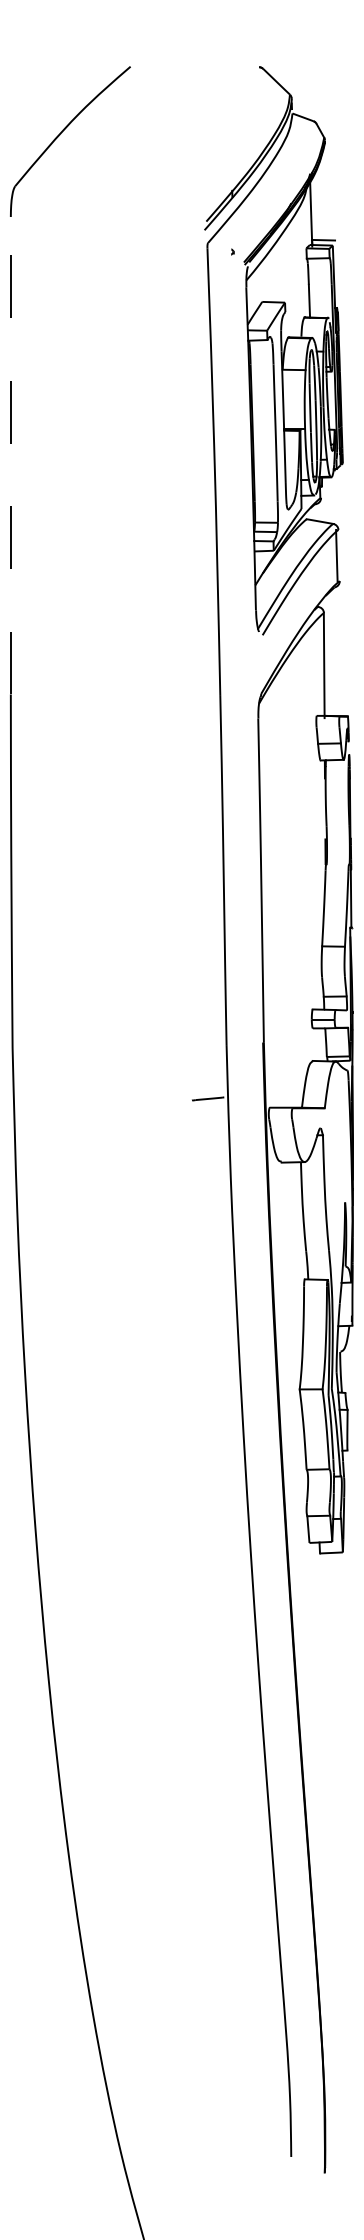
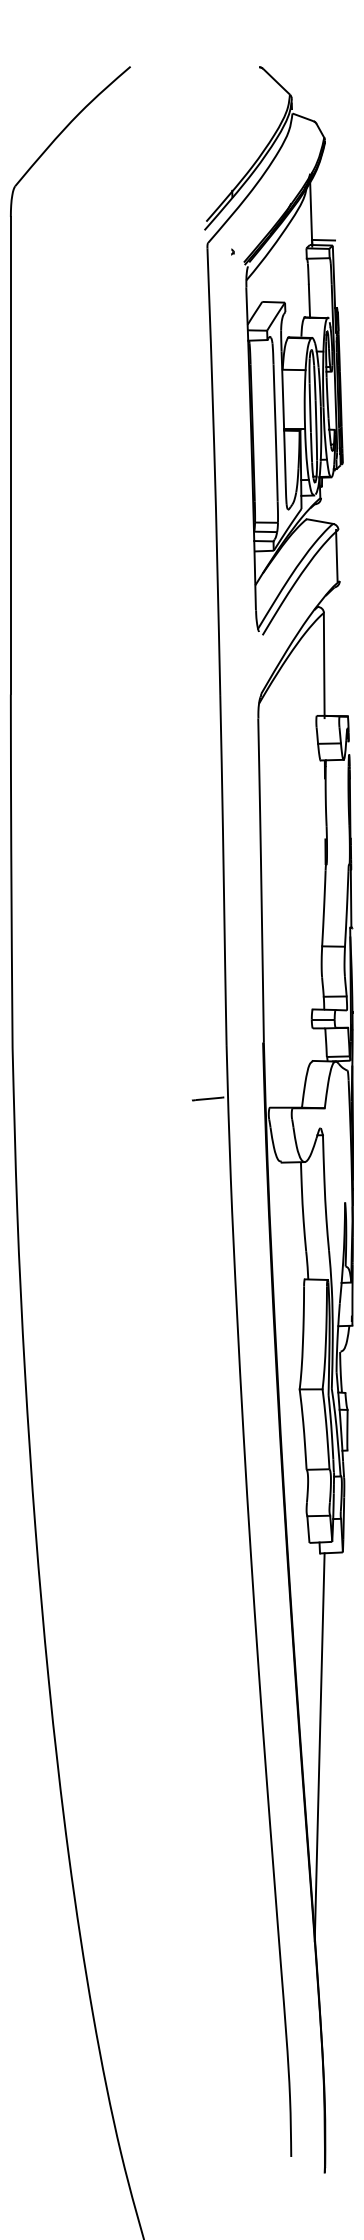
line at (10, 455): dashed -> solid
line at (319, 1747): none -> present
